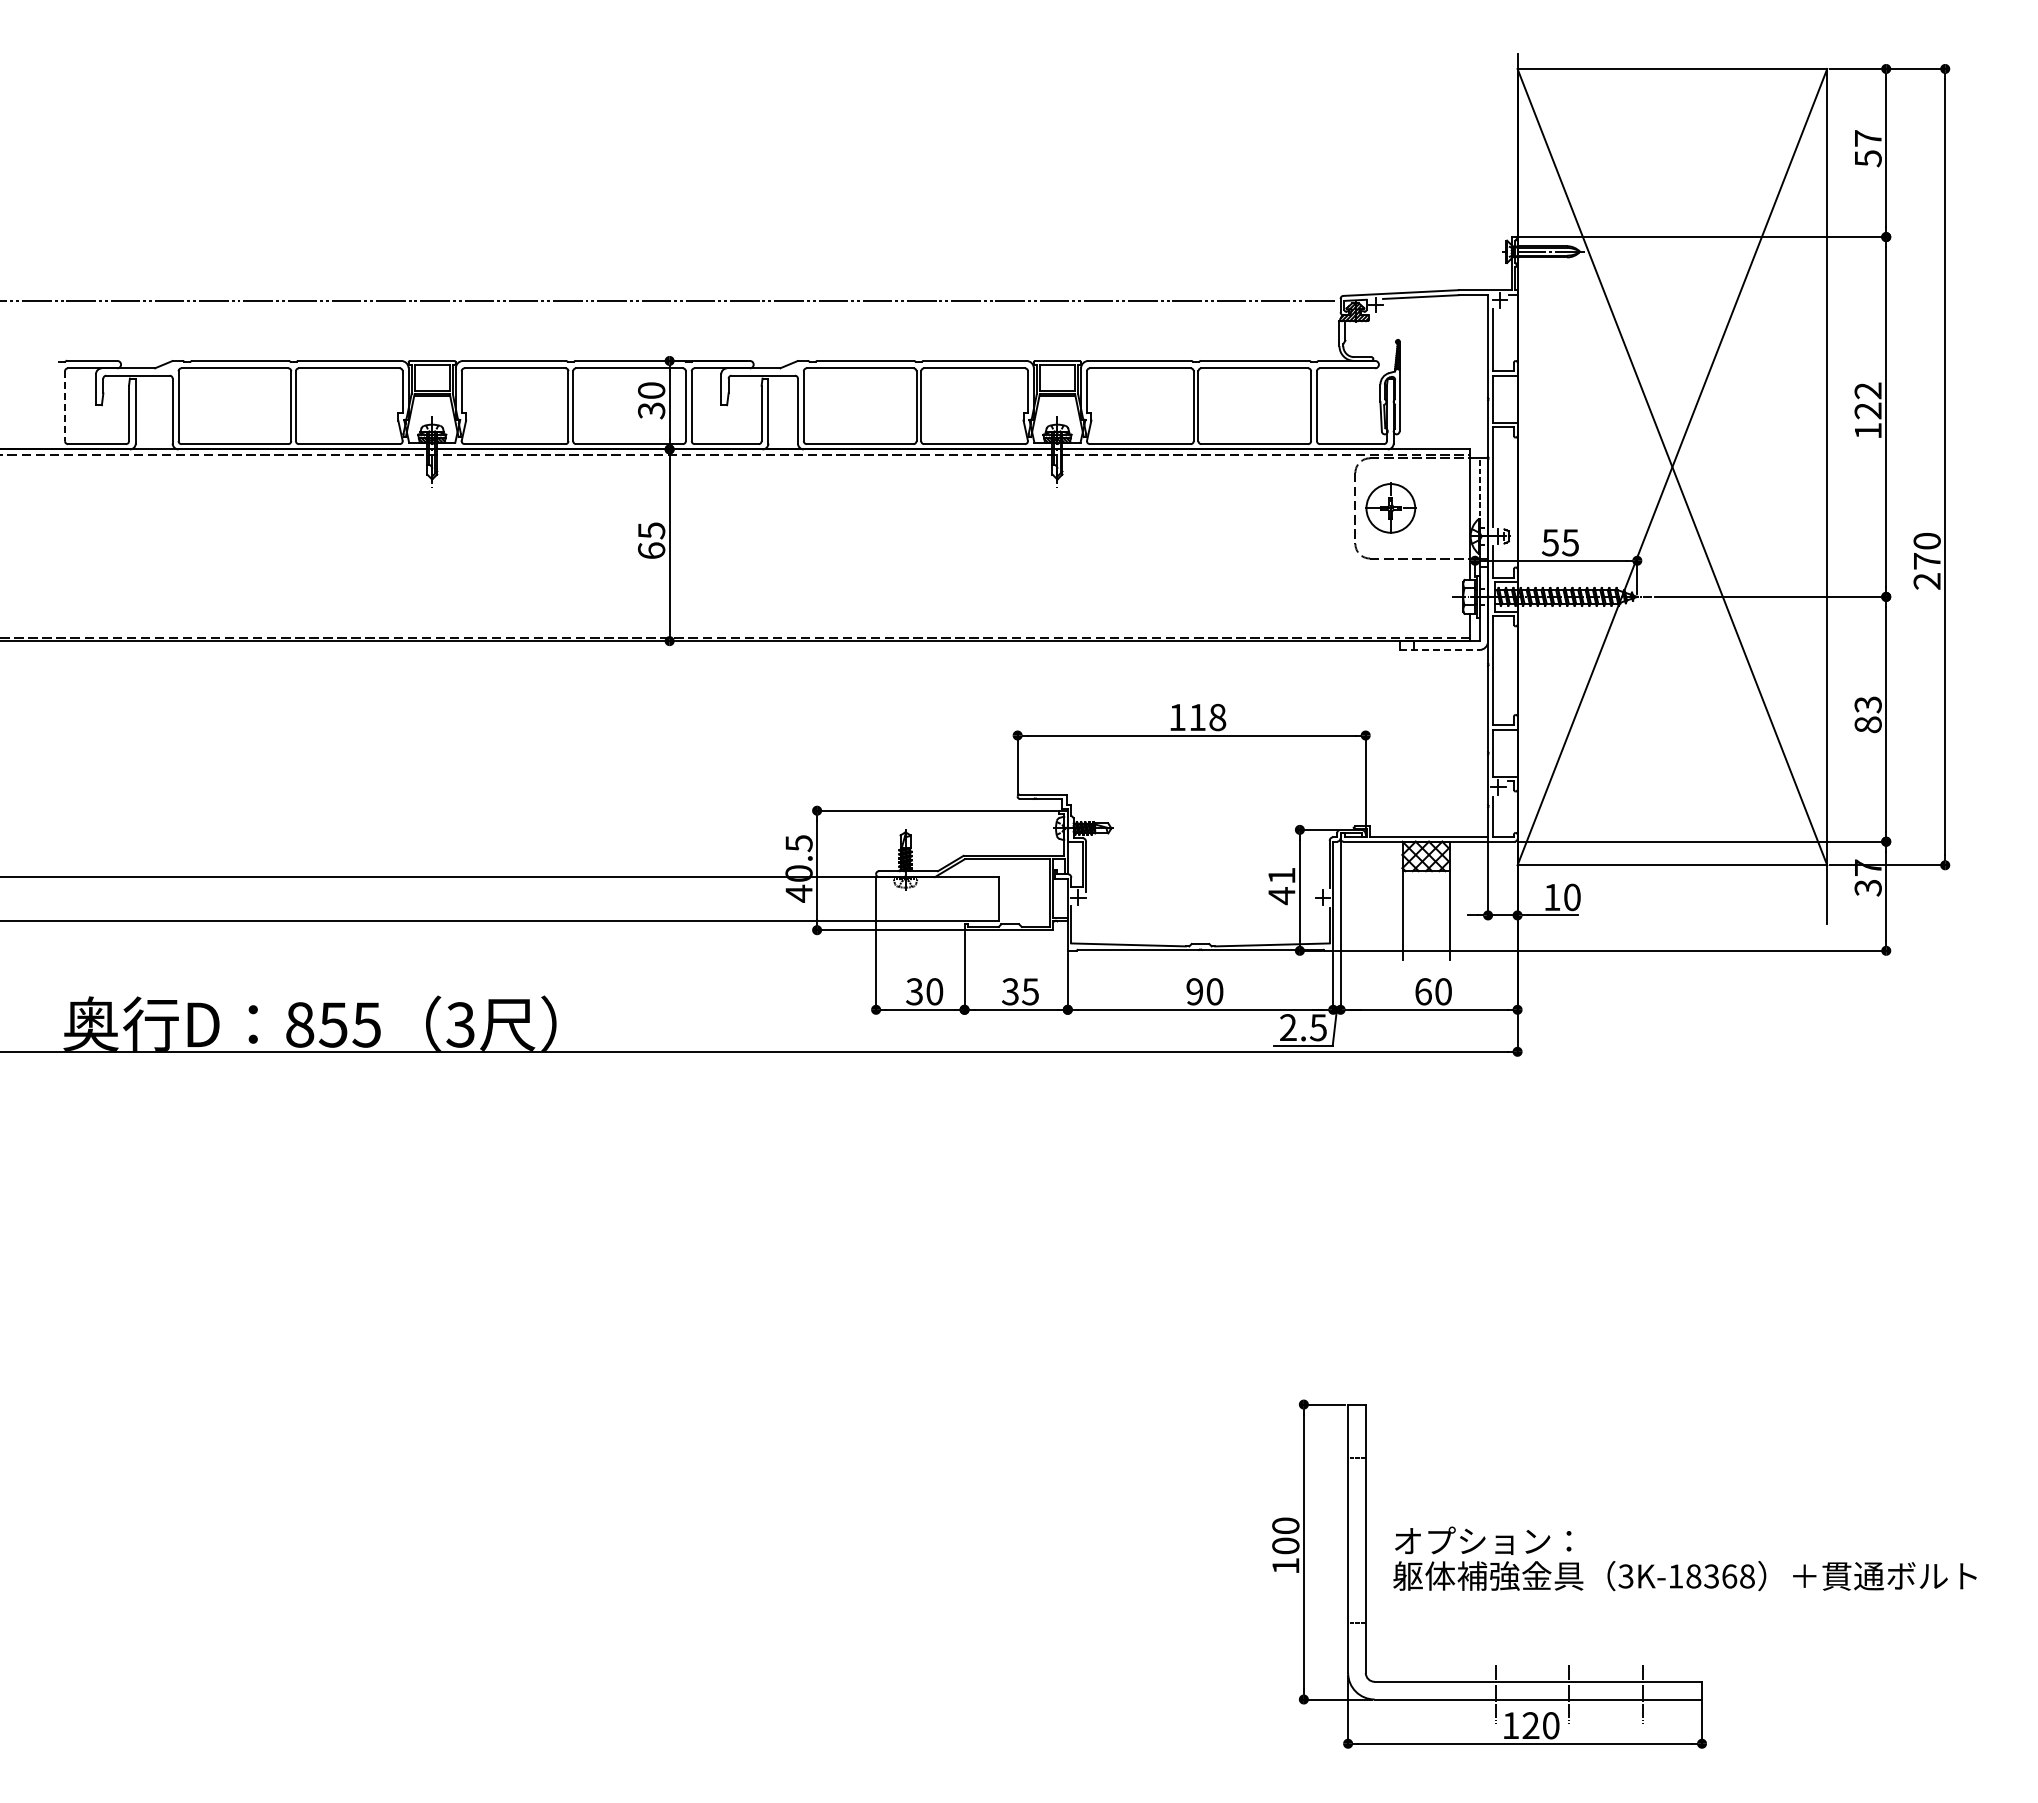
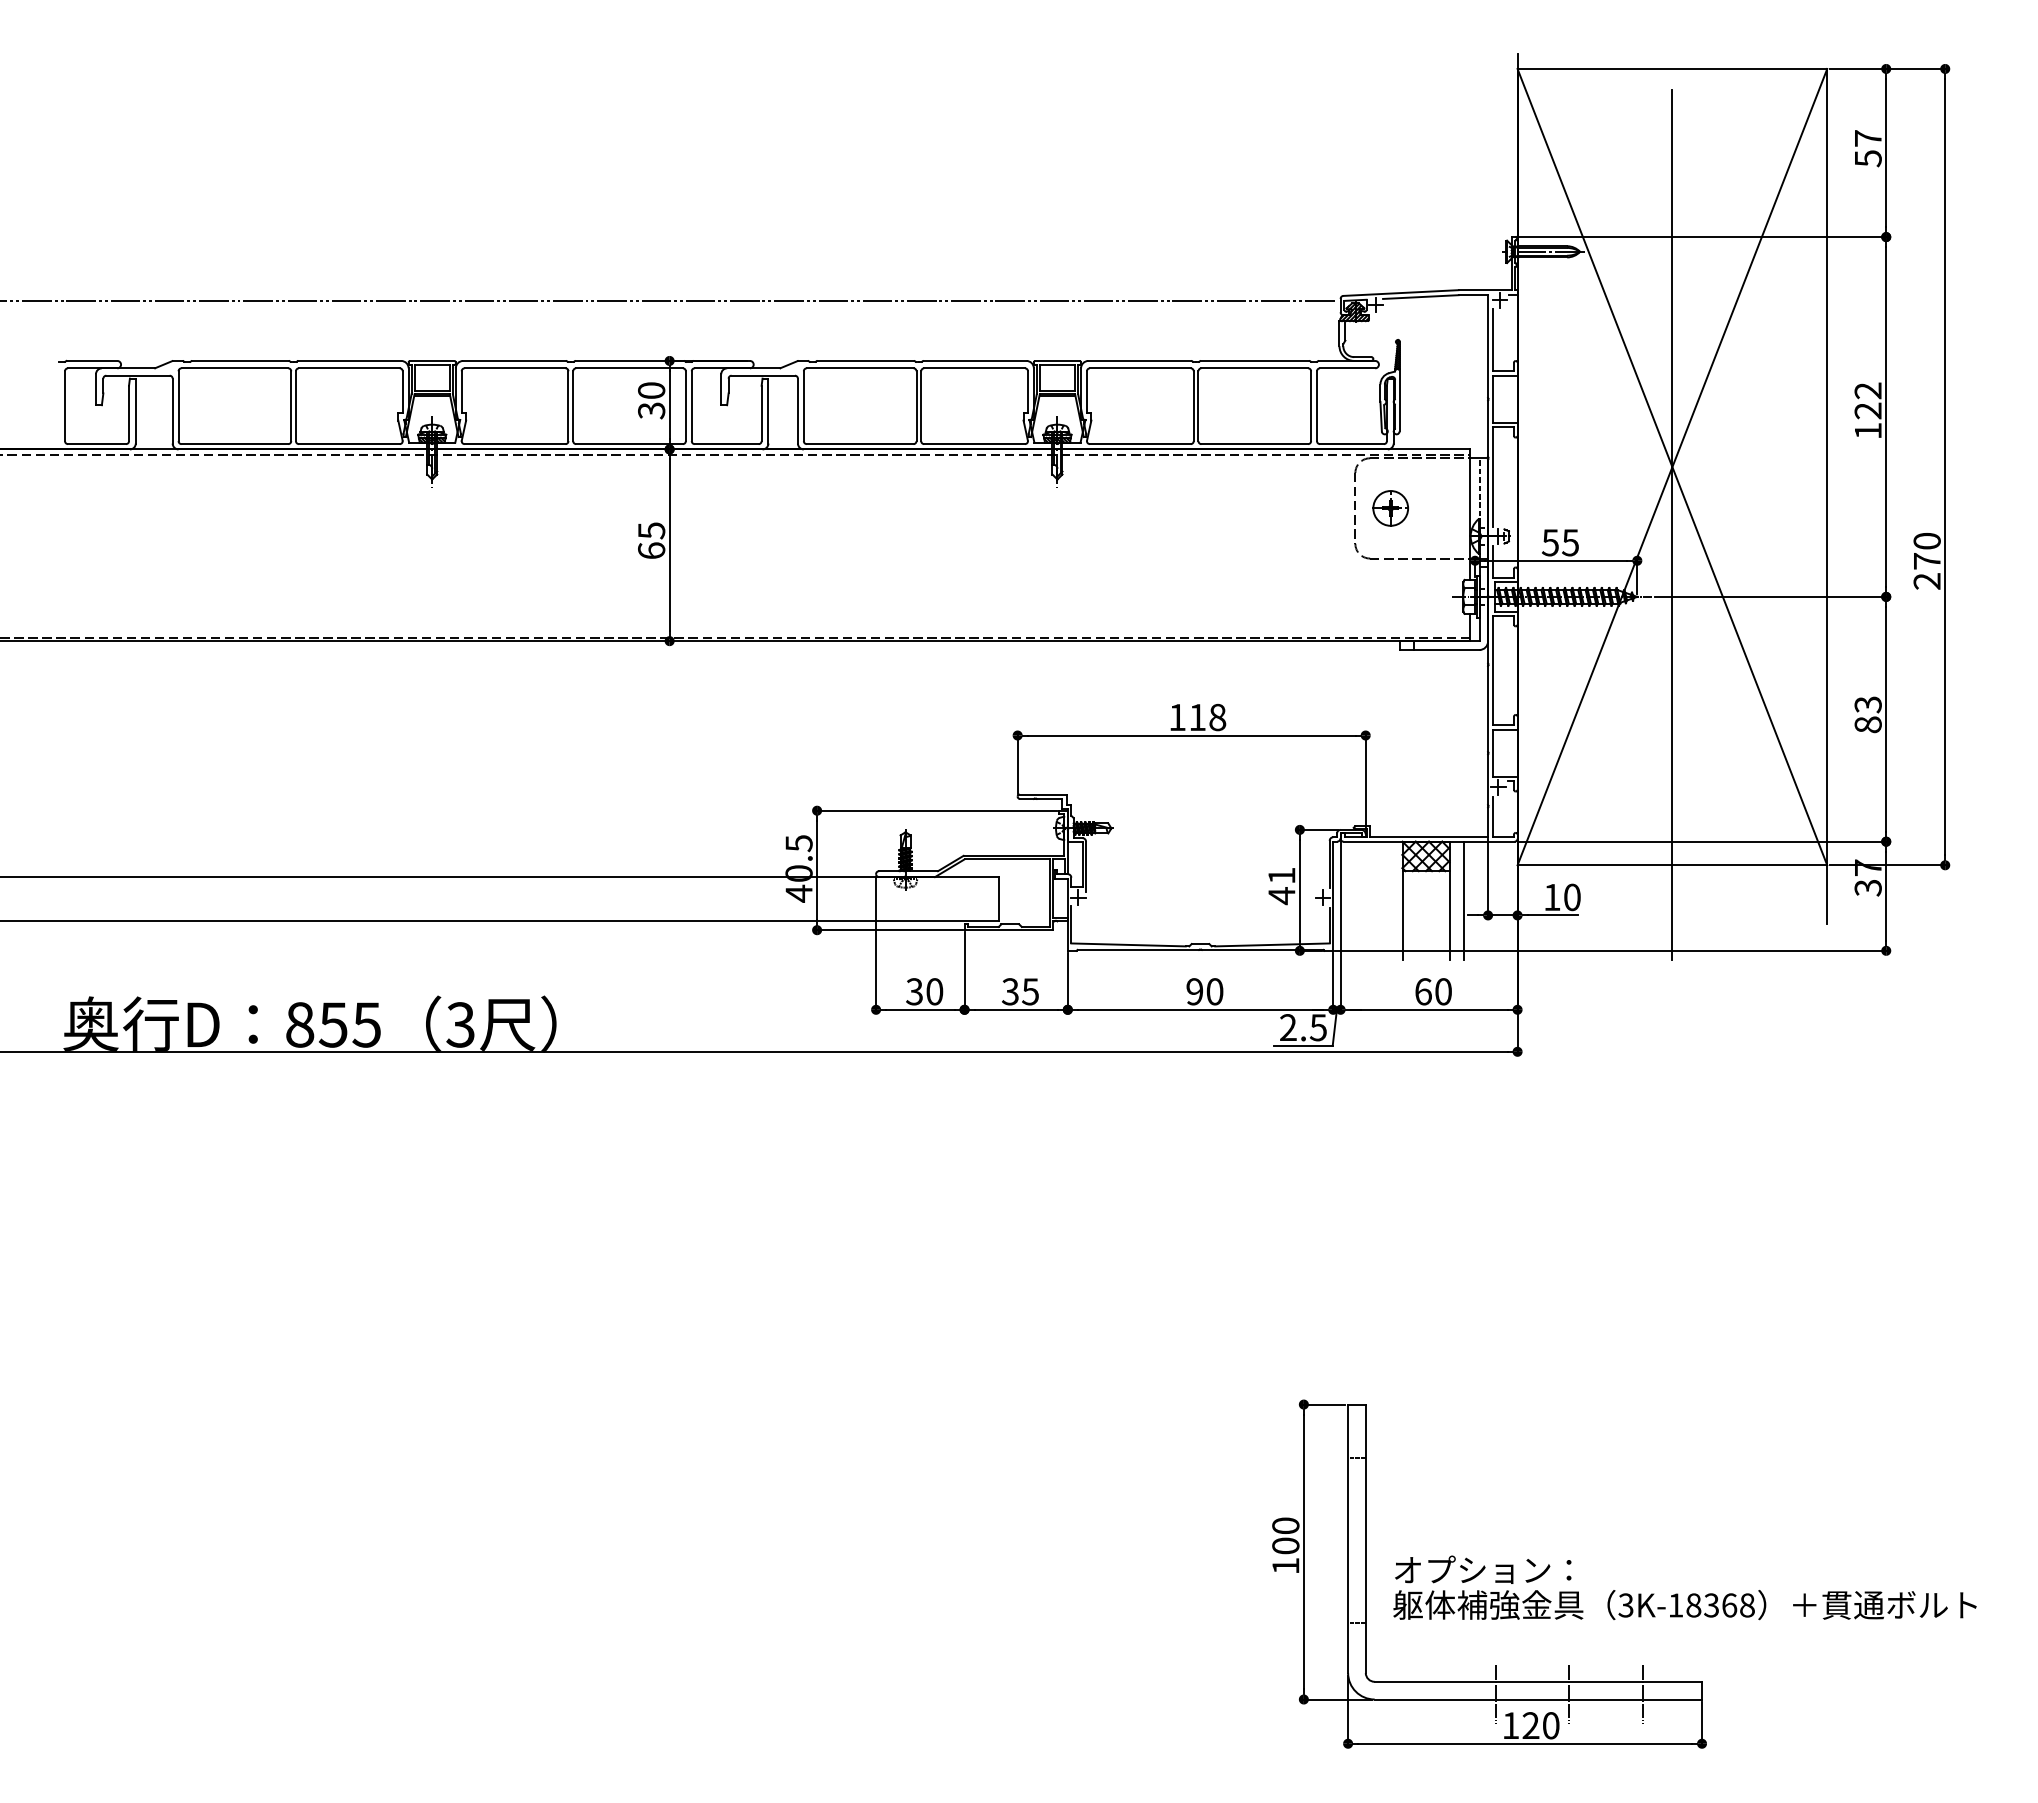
line at (65, 406): dashed -> solid
part at (1390, 507) size: 52x52 px -> 37x37 px
line at (1672, 524): none -> present
line at (1439, 649): dashed -> solid
line at (1464, 900): none -> present
text at (1684, 1558) position: (1684, 1558) -> (1684, 1587)
